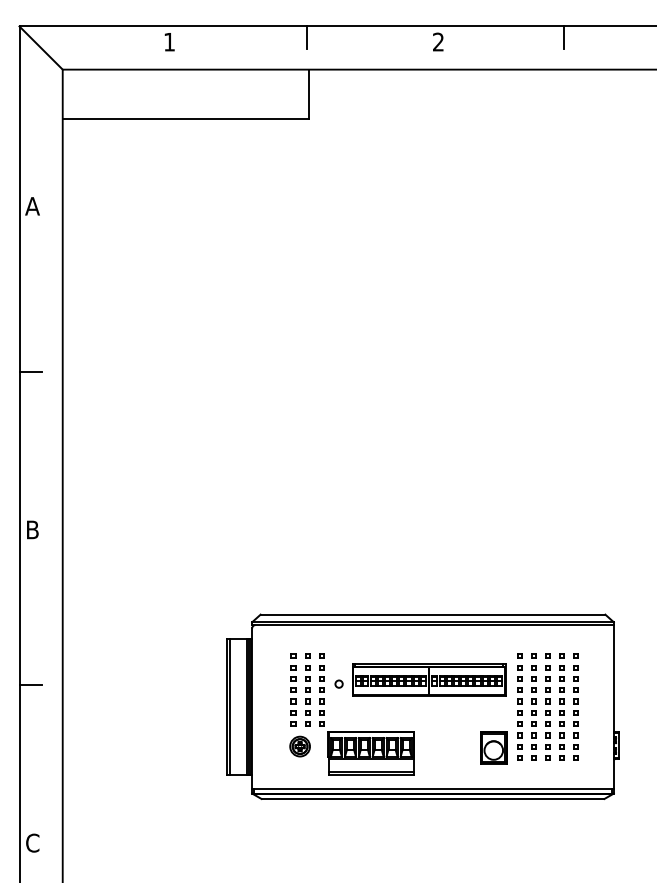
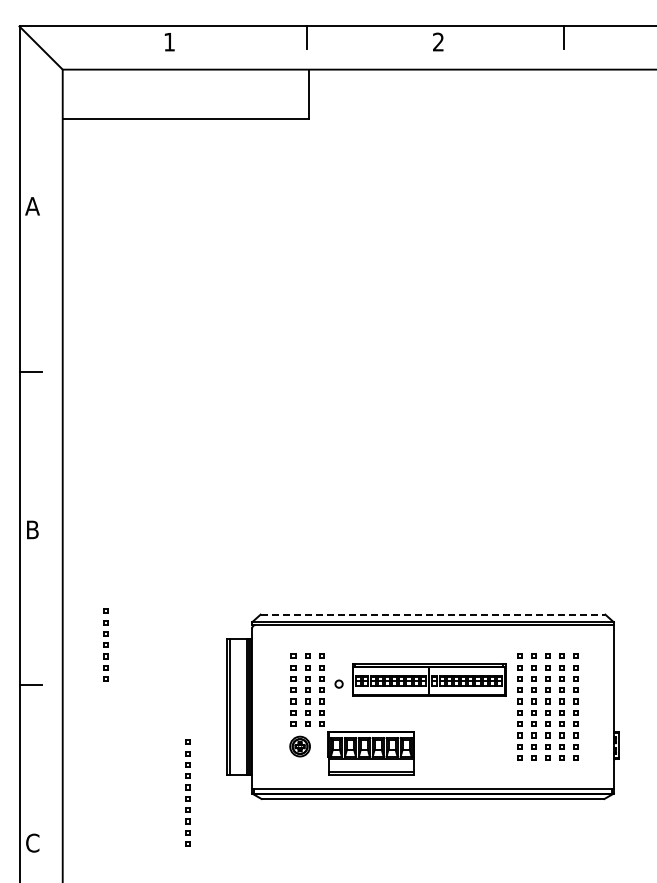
line at (433, 614): solid -> dashed
part at (105, 644): none -> present
part at (493, 747): present -> none
part at (187, 792): none -> present
